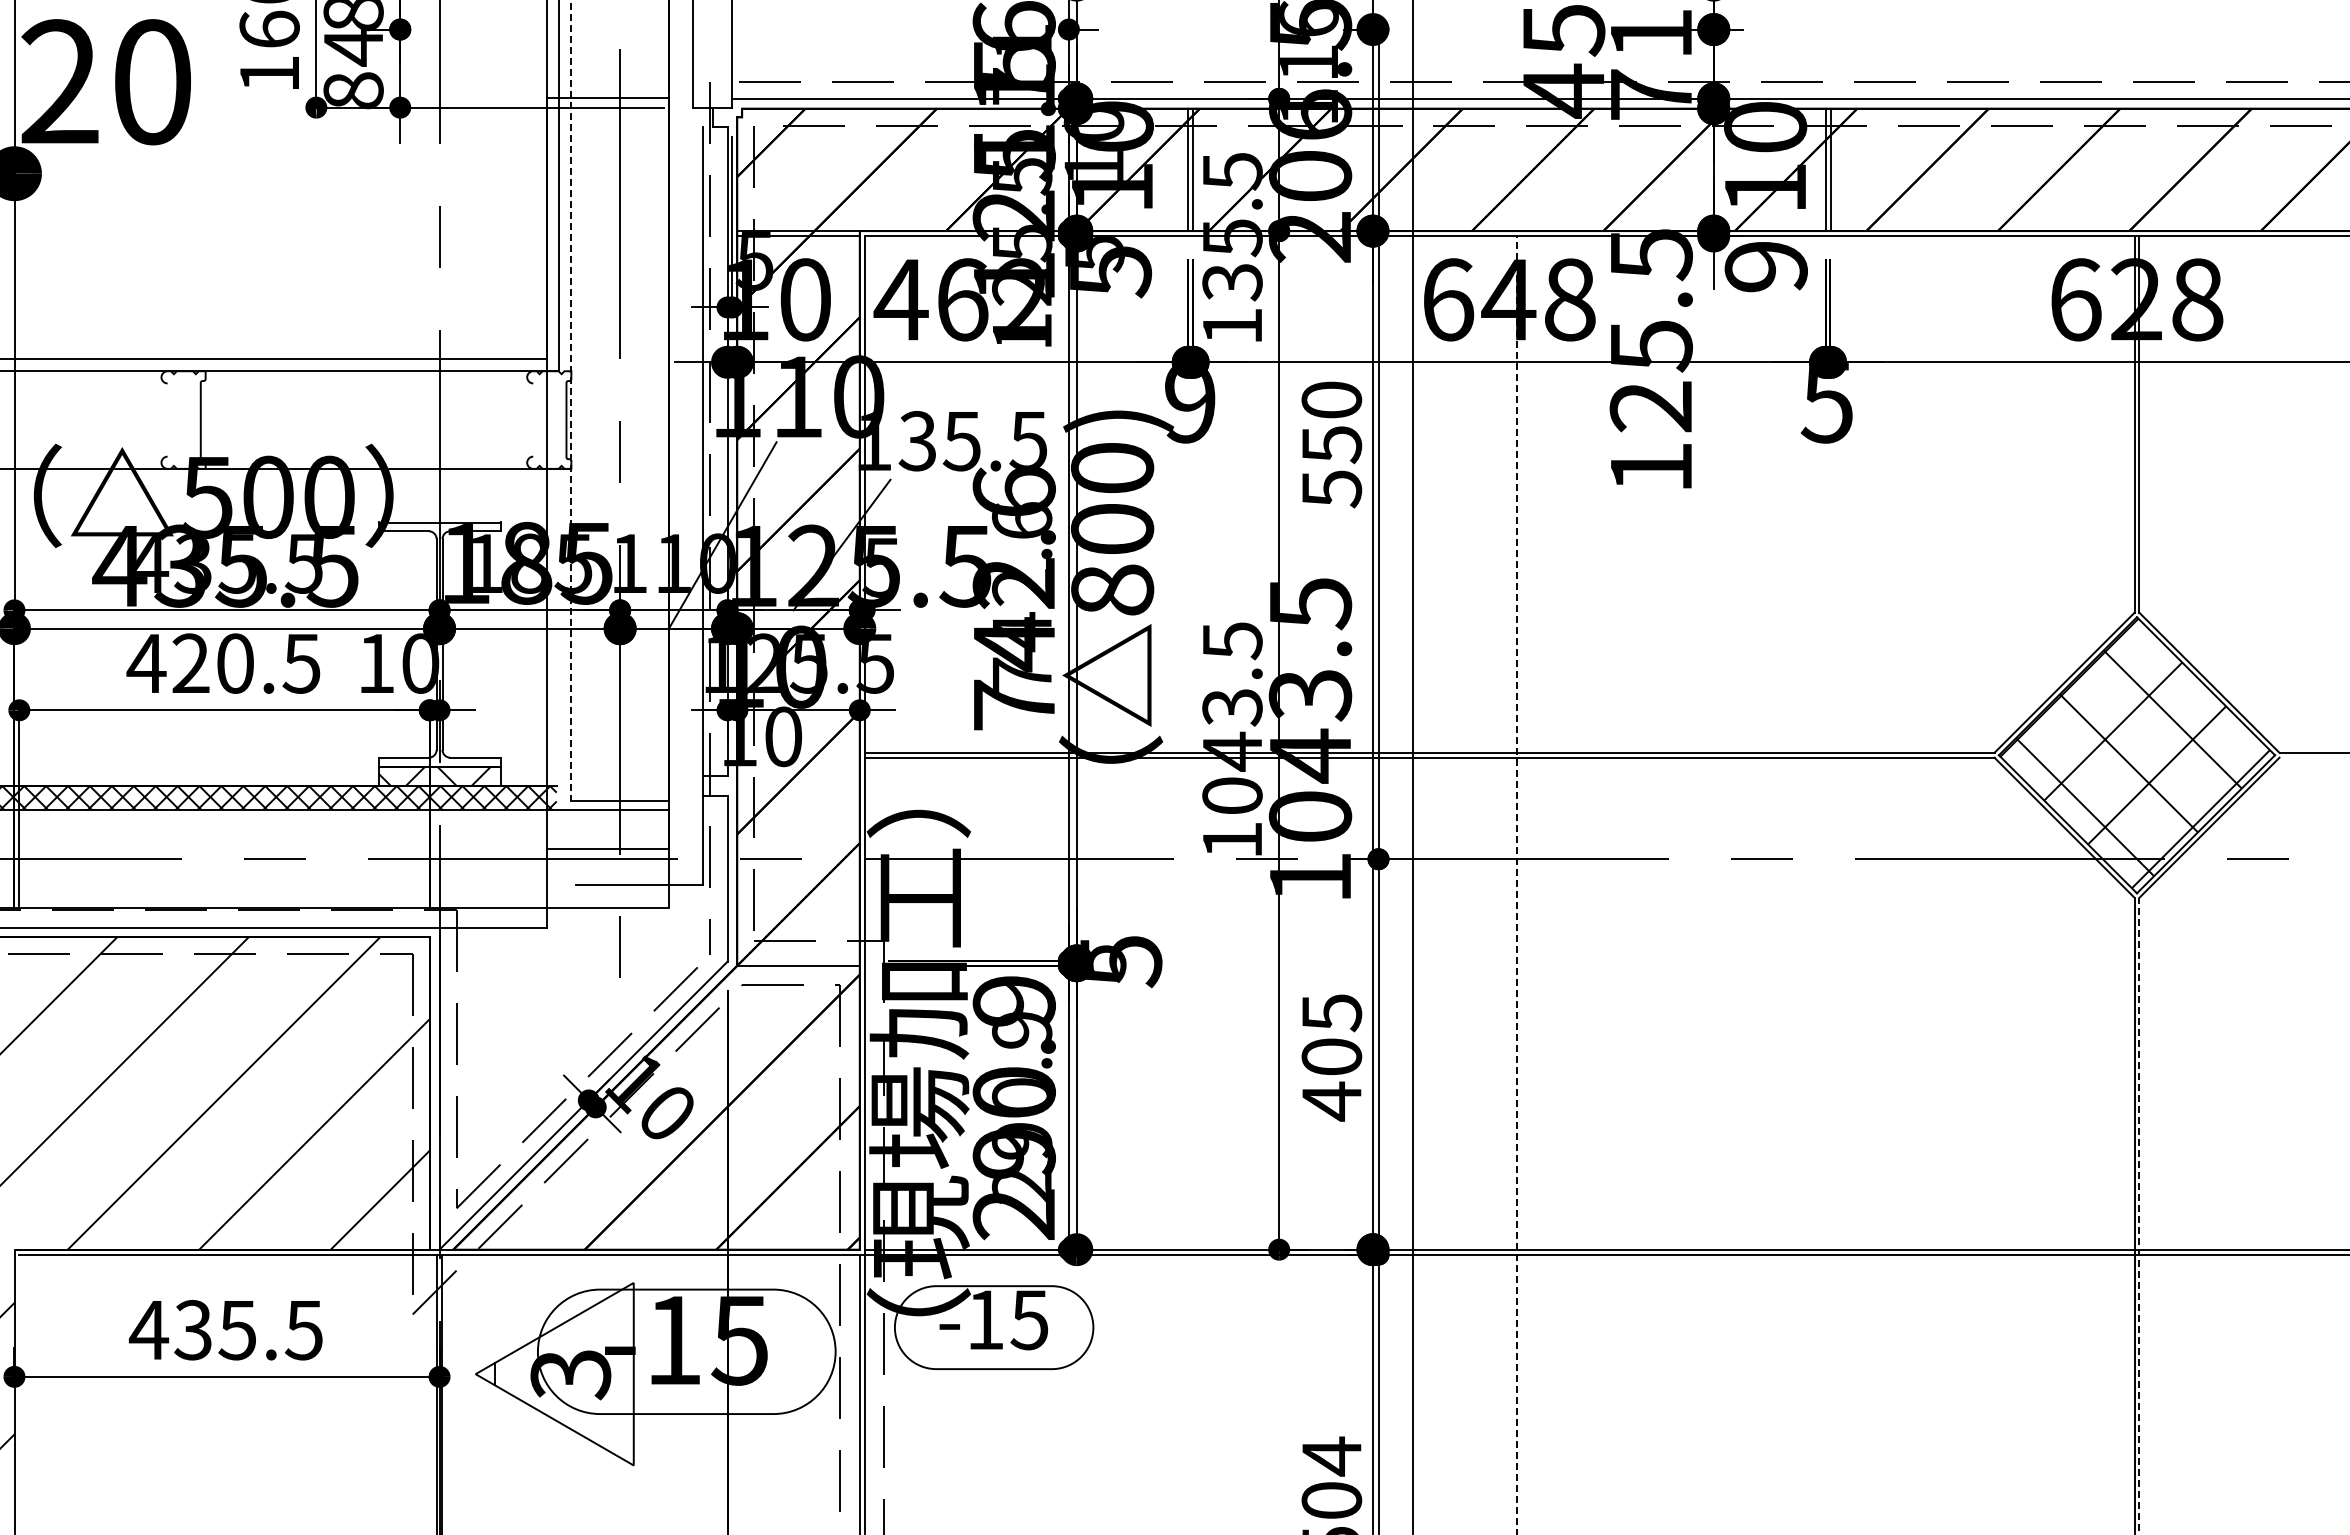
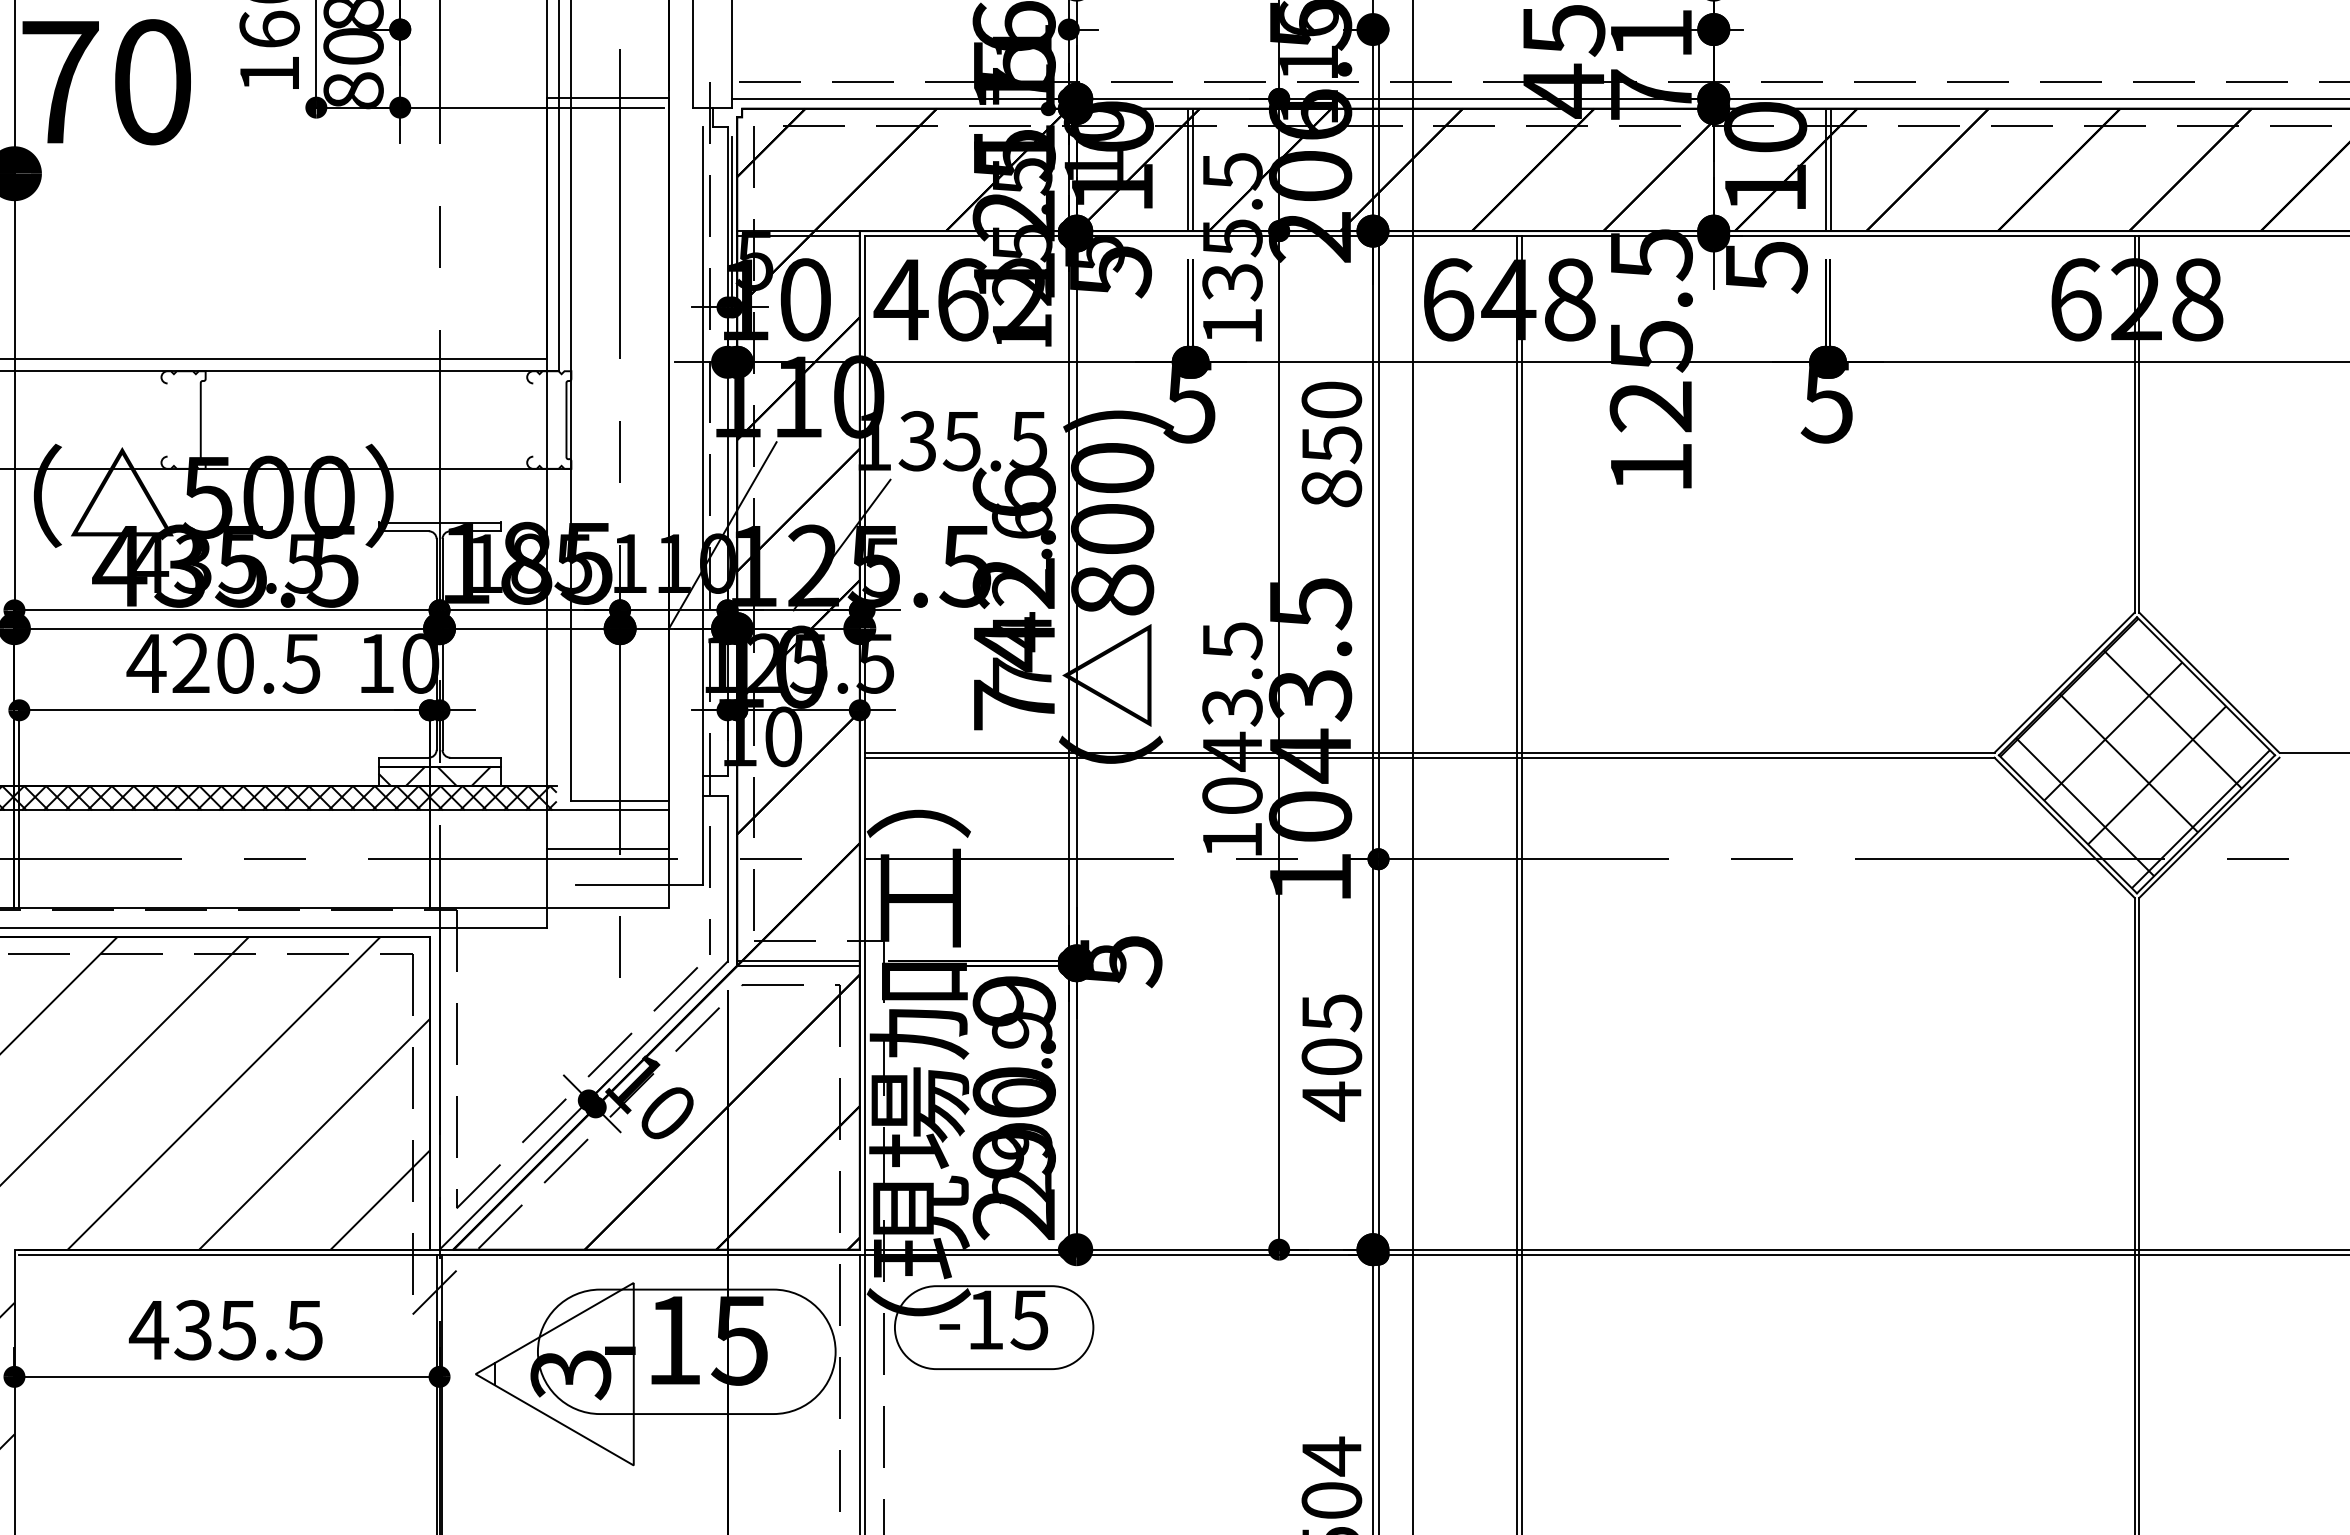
text at (353, 47): 84 -> 80
text at (59, 81): 20 -> 70
text at (1765, 267): 9 -> 5
line at (571, 400): dashed -> solid
text at (1189, 403): 9 -> 5
text at (1331, 489): 550 -> 850
line at (1521, 883): none -> present
line at (1516, 884): dashed -> solid
line at (798, 960): none -> present
line at (2139, 1215): dashed -> solid
